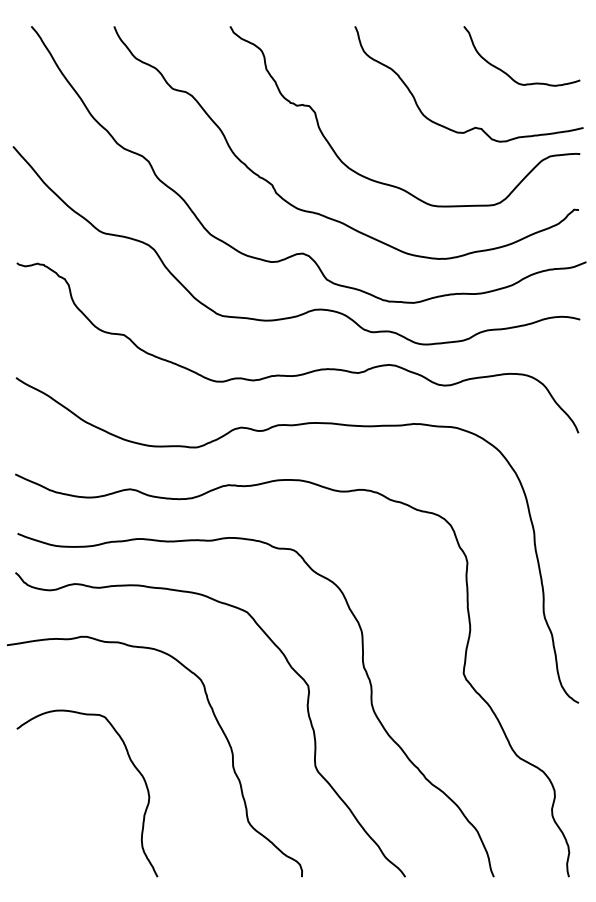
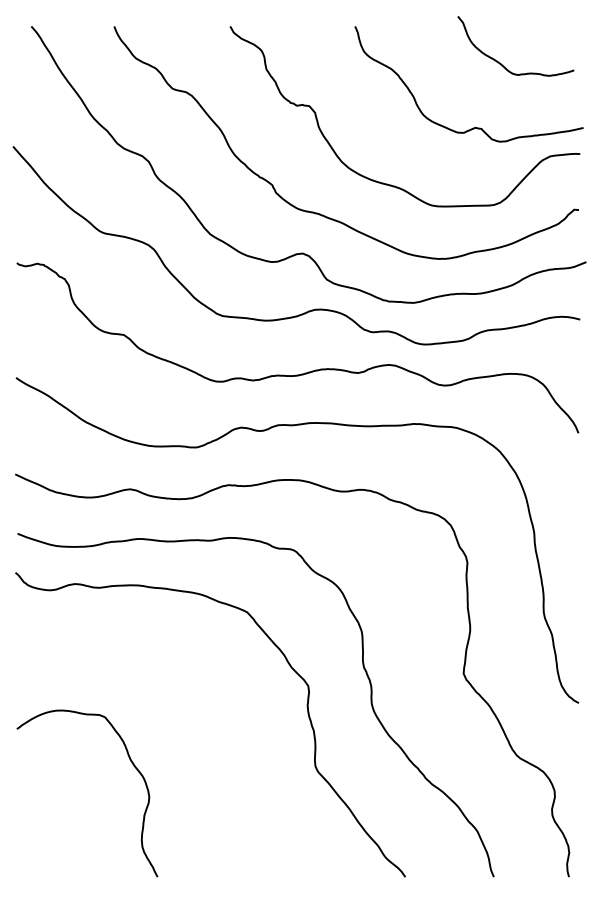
curve at (506, 72) position: (506, 72) -> (500, 62)
curve at (218, 725): present -> none
